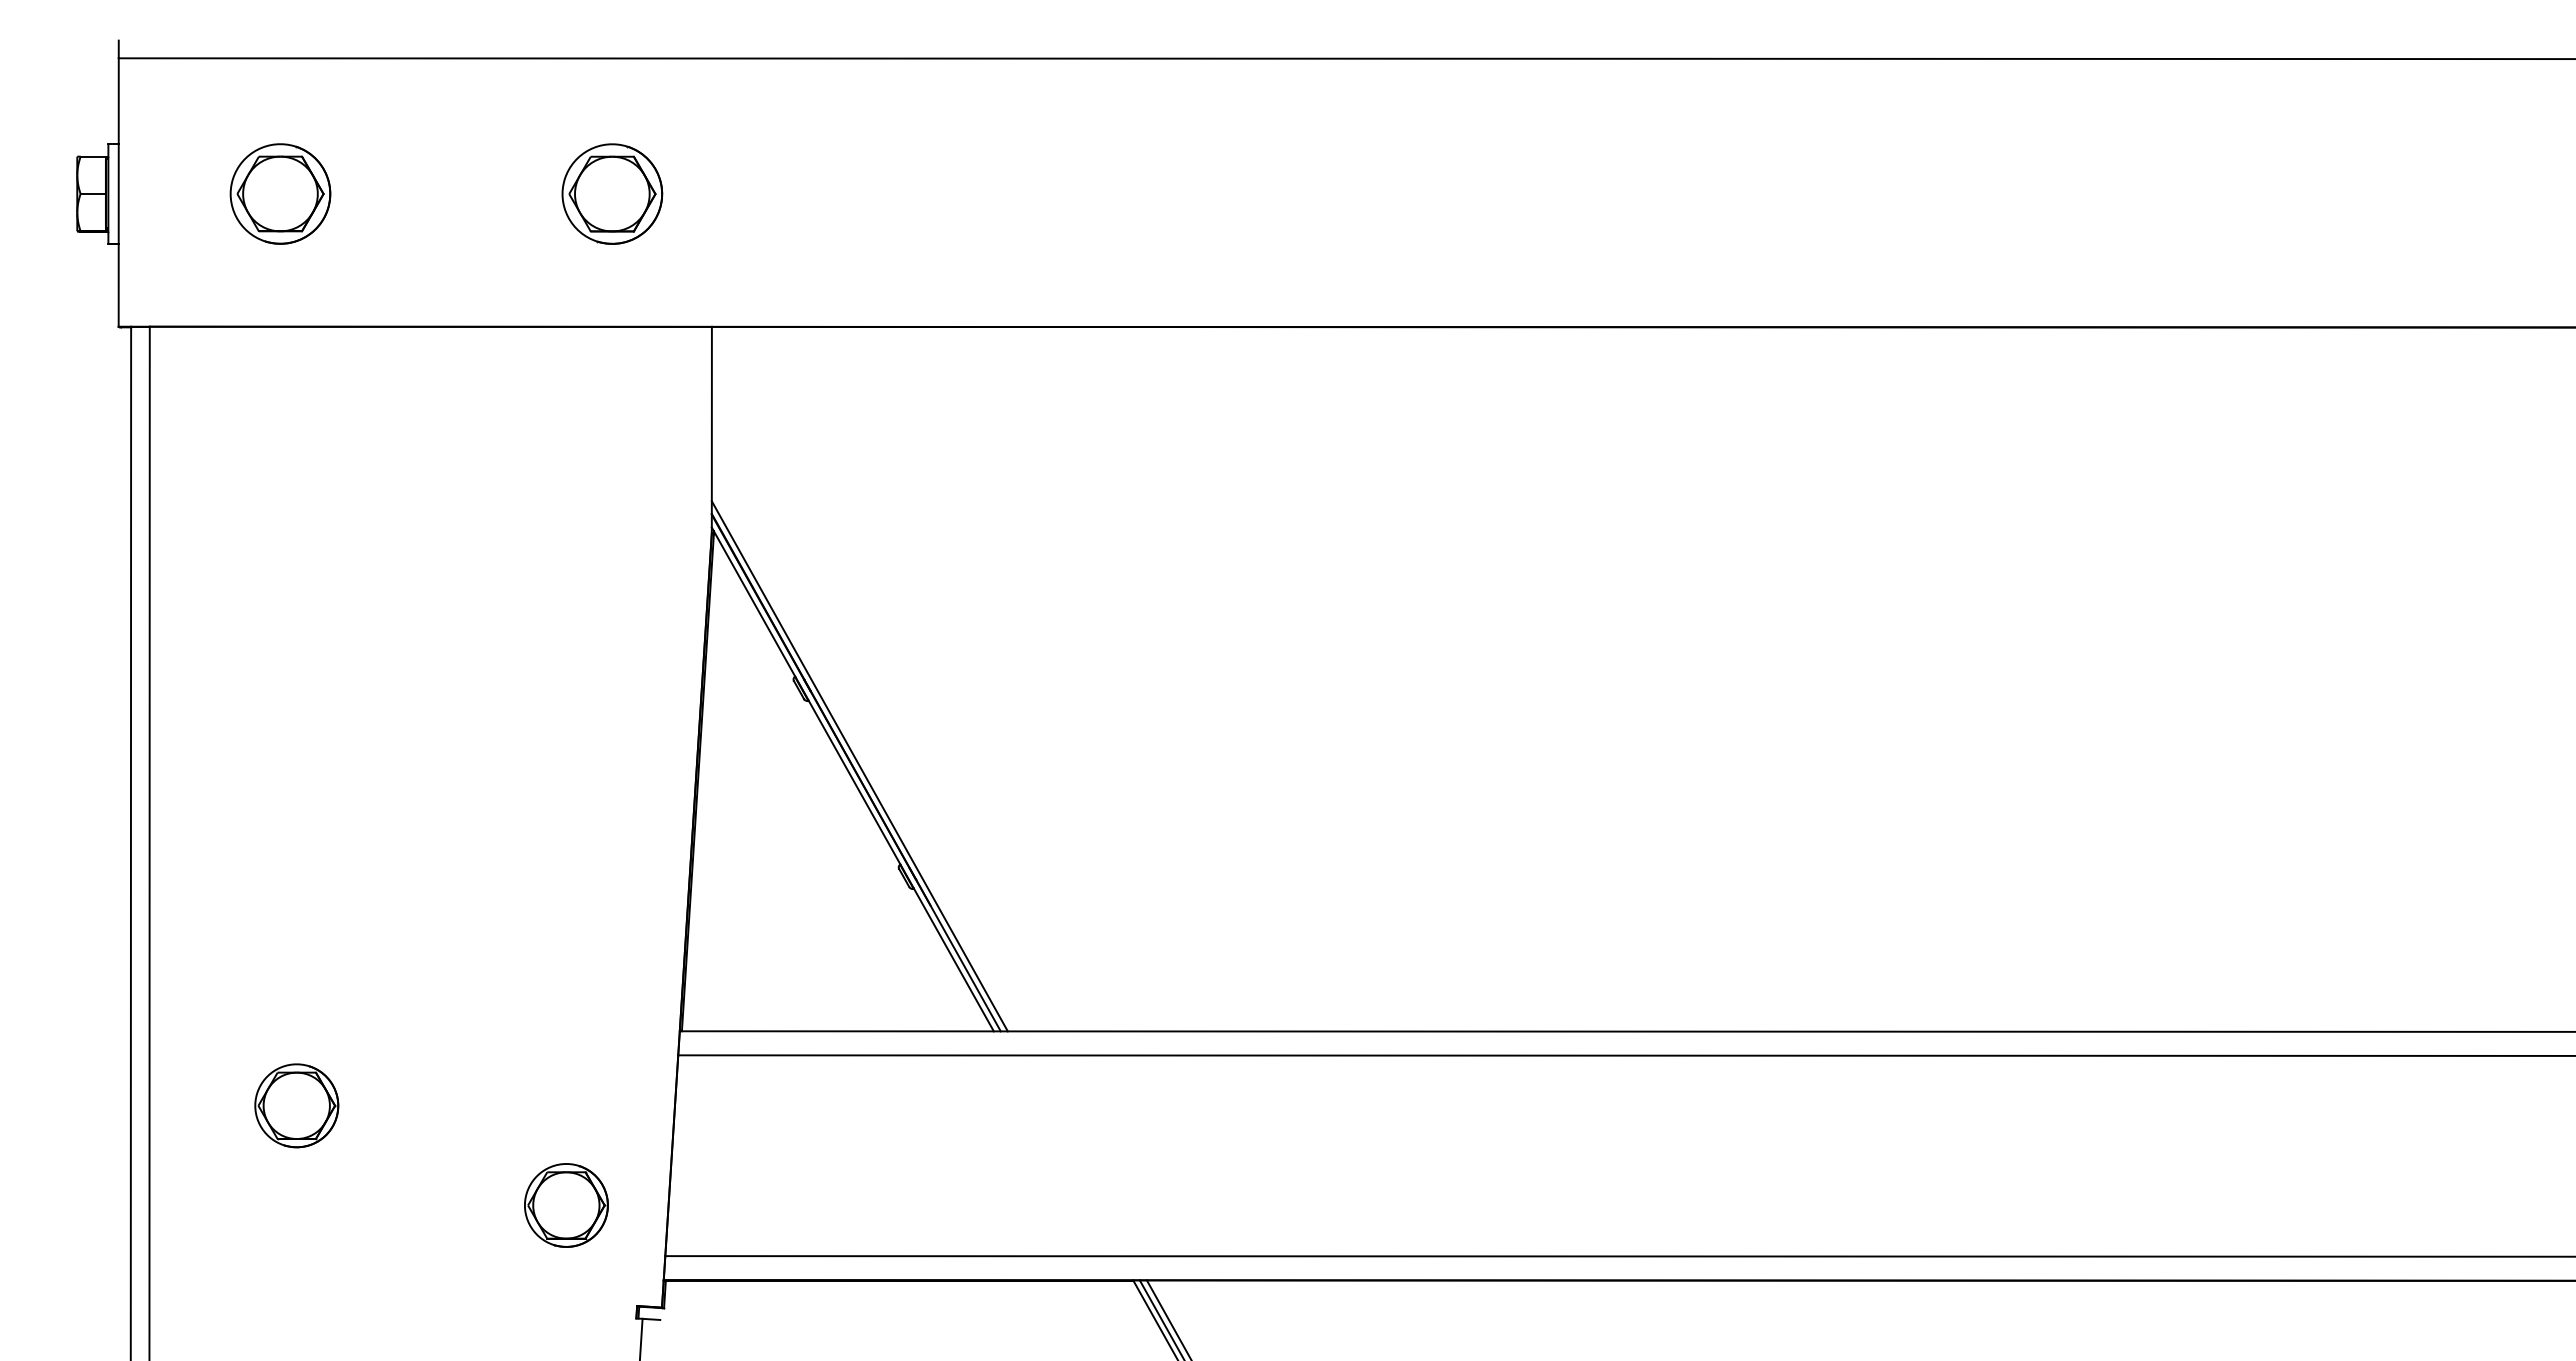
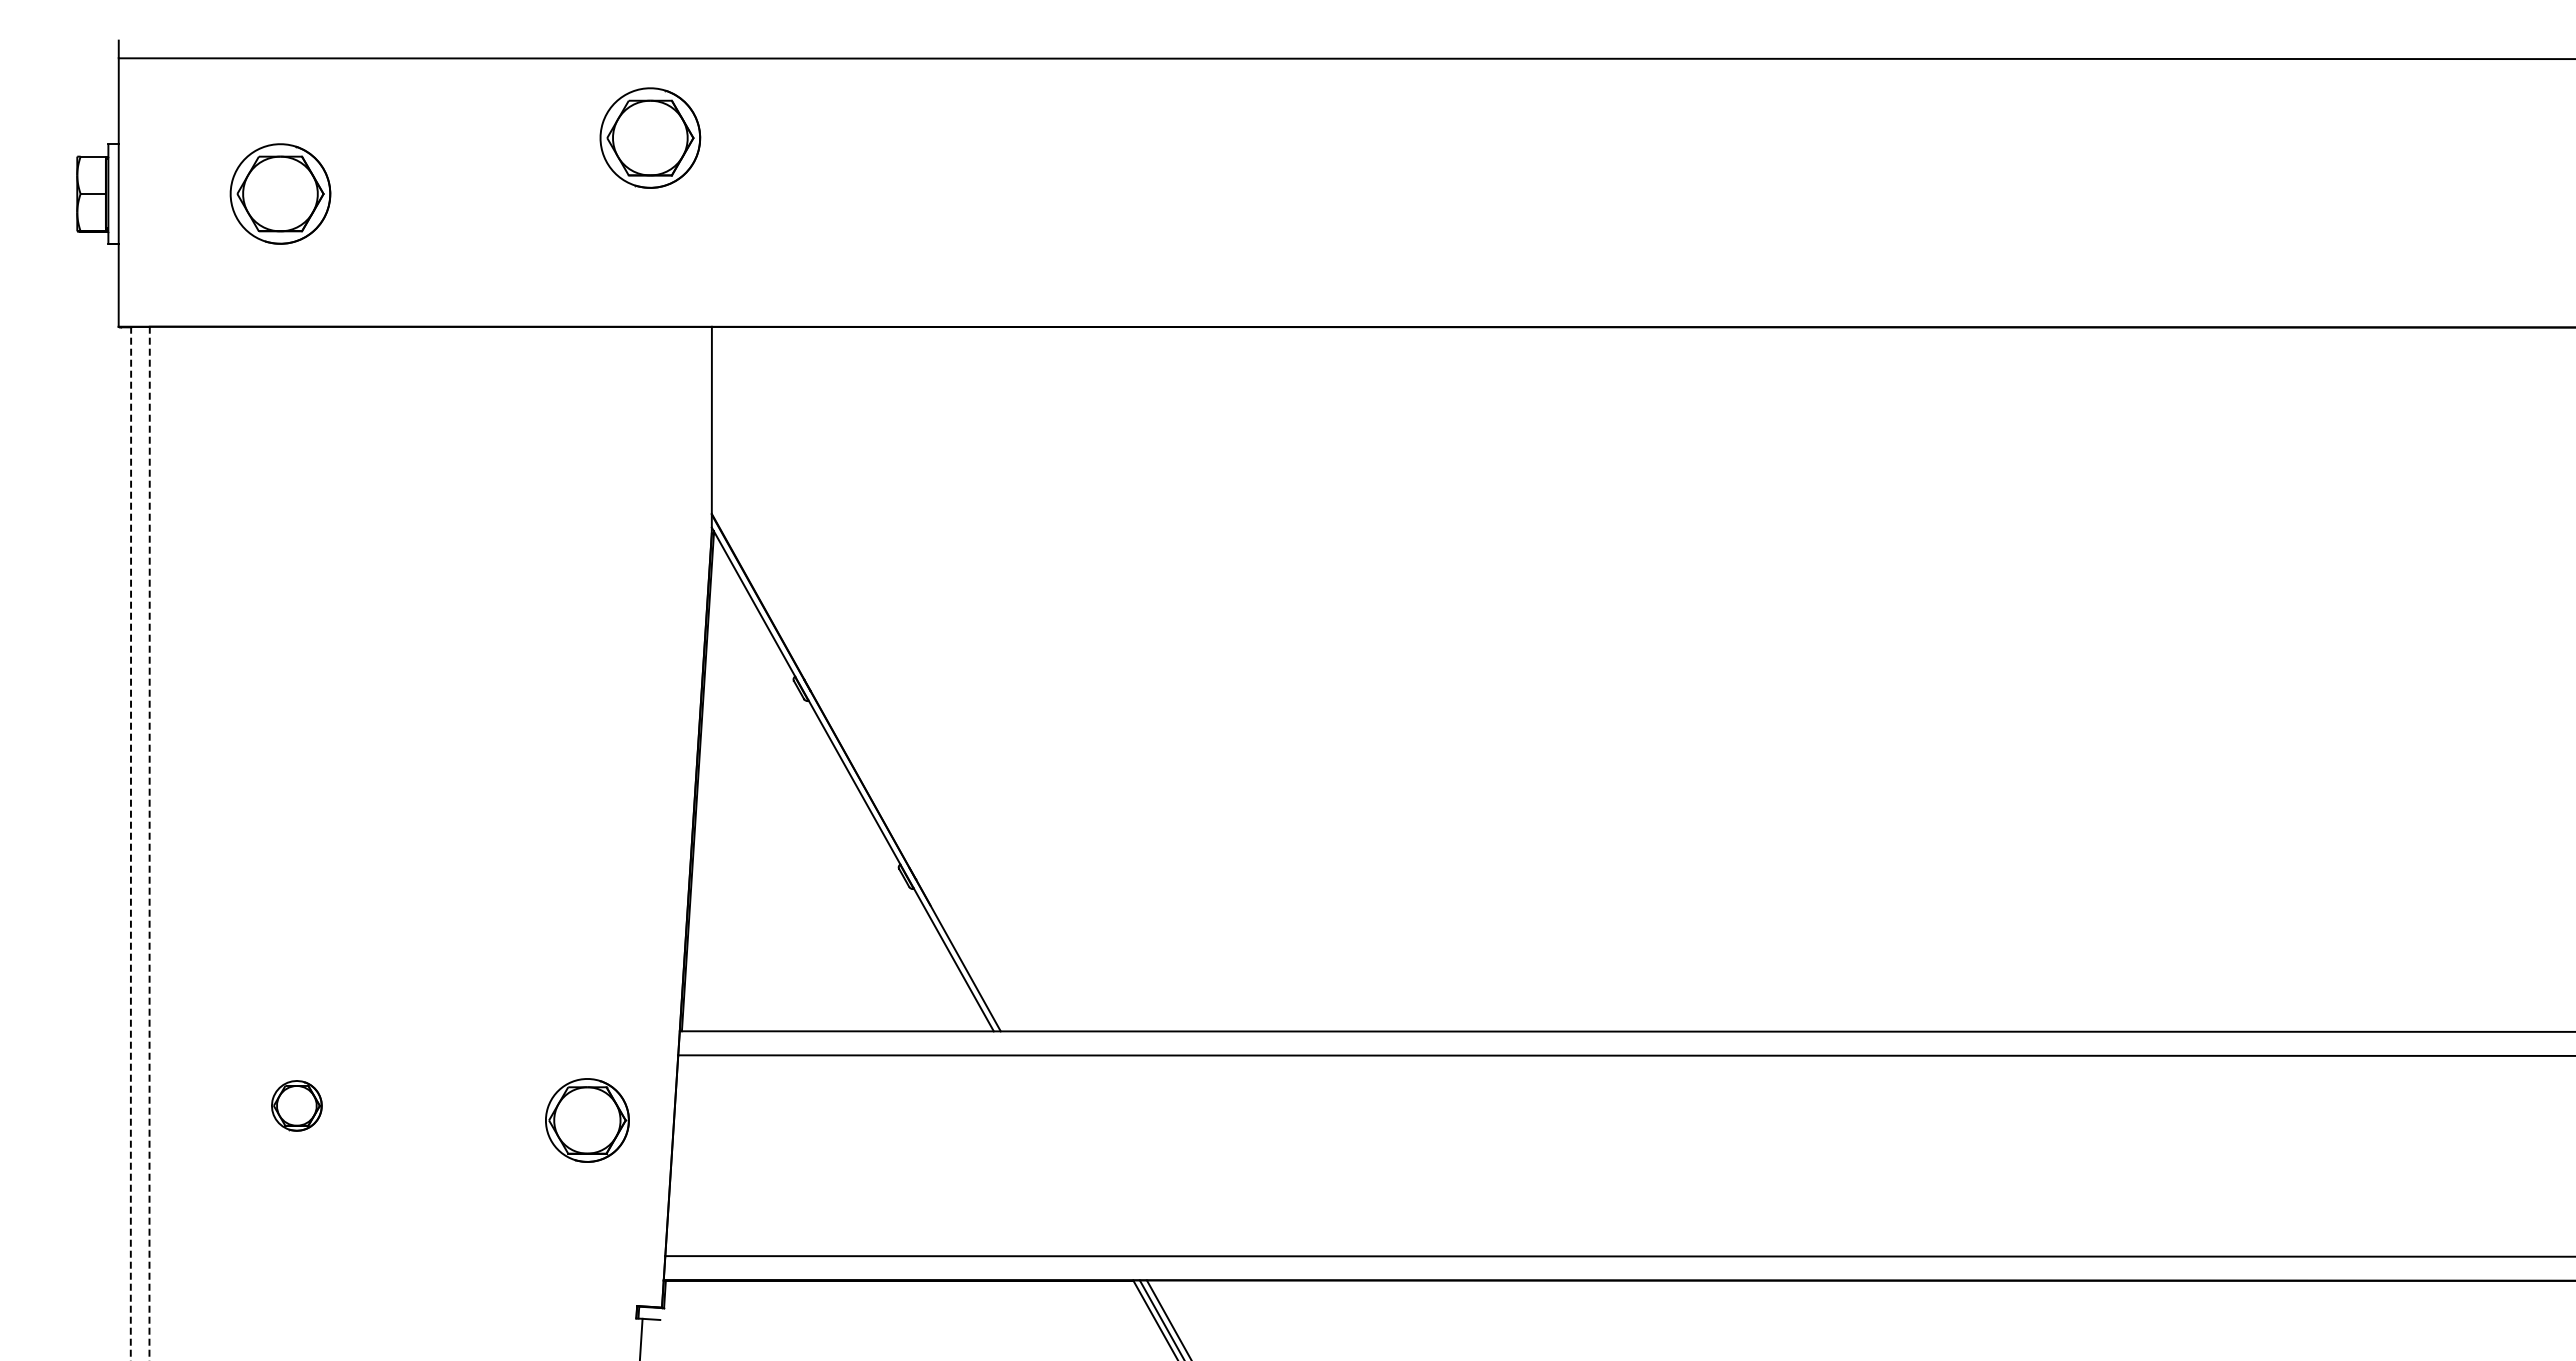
part at (612, 193) position: (612, 193) -> (650, 137)
line at (859, 766): present -> none
line at (130, 843): solid -> dashed
line at (149, 843): solid -> dashed
part at (296, 1105) size: 86x86 px -> 52x52 px
part at (566, 1205) position: (566, 1205) -> (587, 1120)
